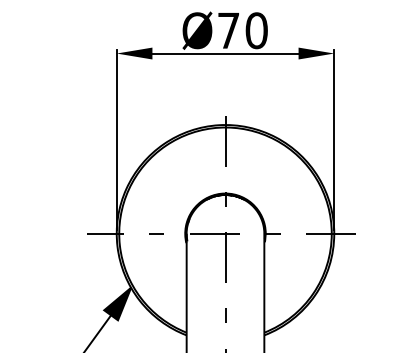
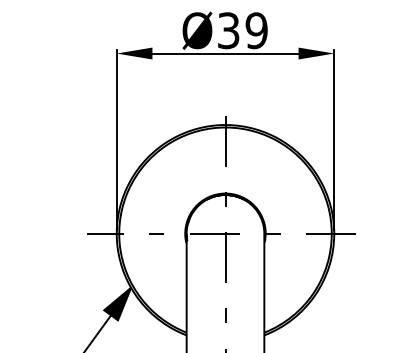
text at (242, 30): Ø70 -> Ø39
